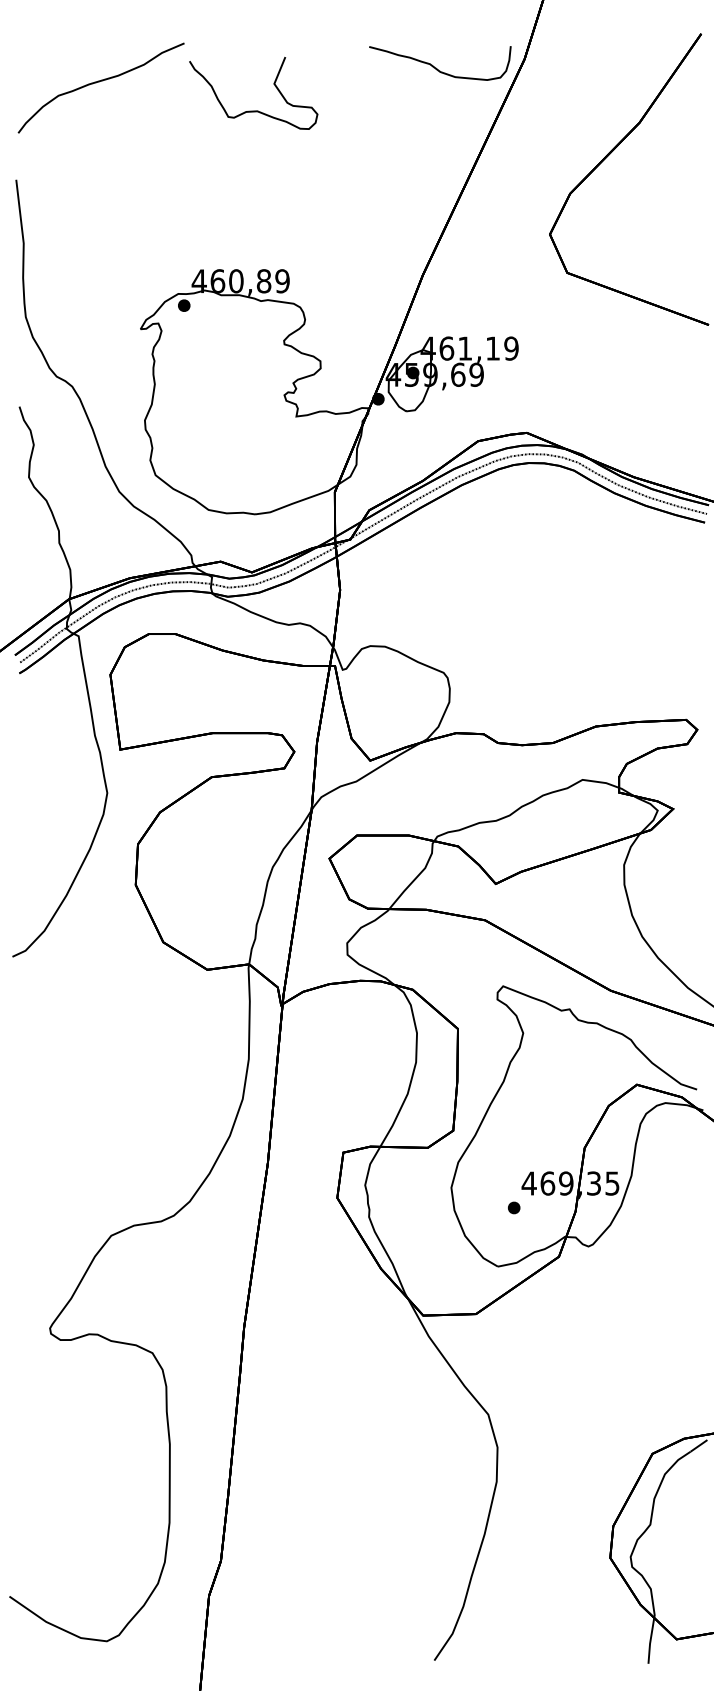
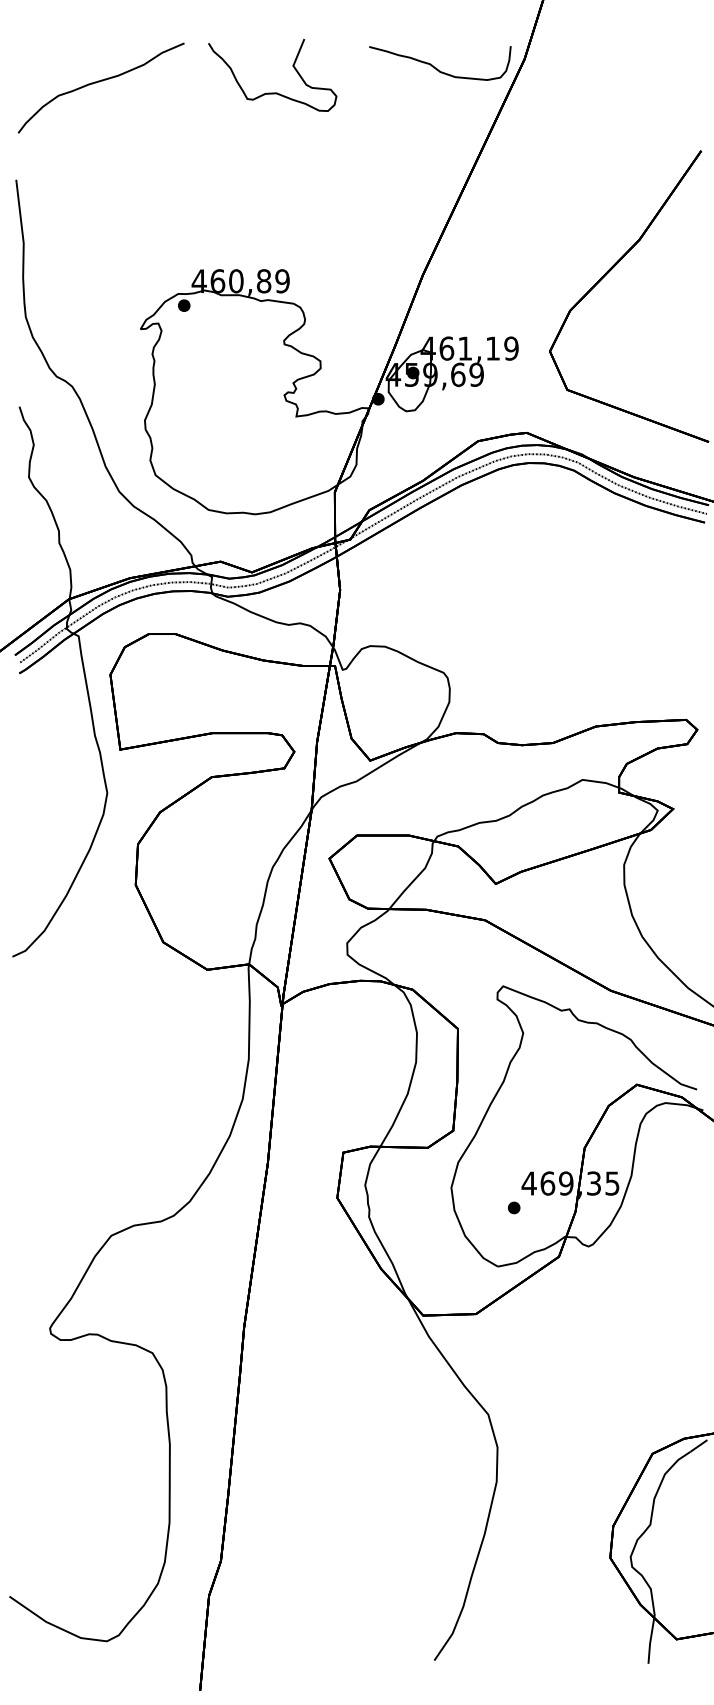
curve at (253, 110) position: (253, 110) -> (272, 92)
part at (607, 157) position: (607, 157) -> (607, 274)
